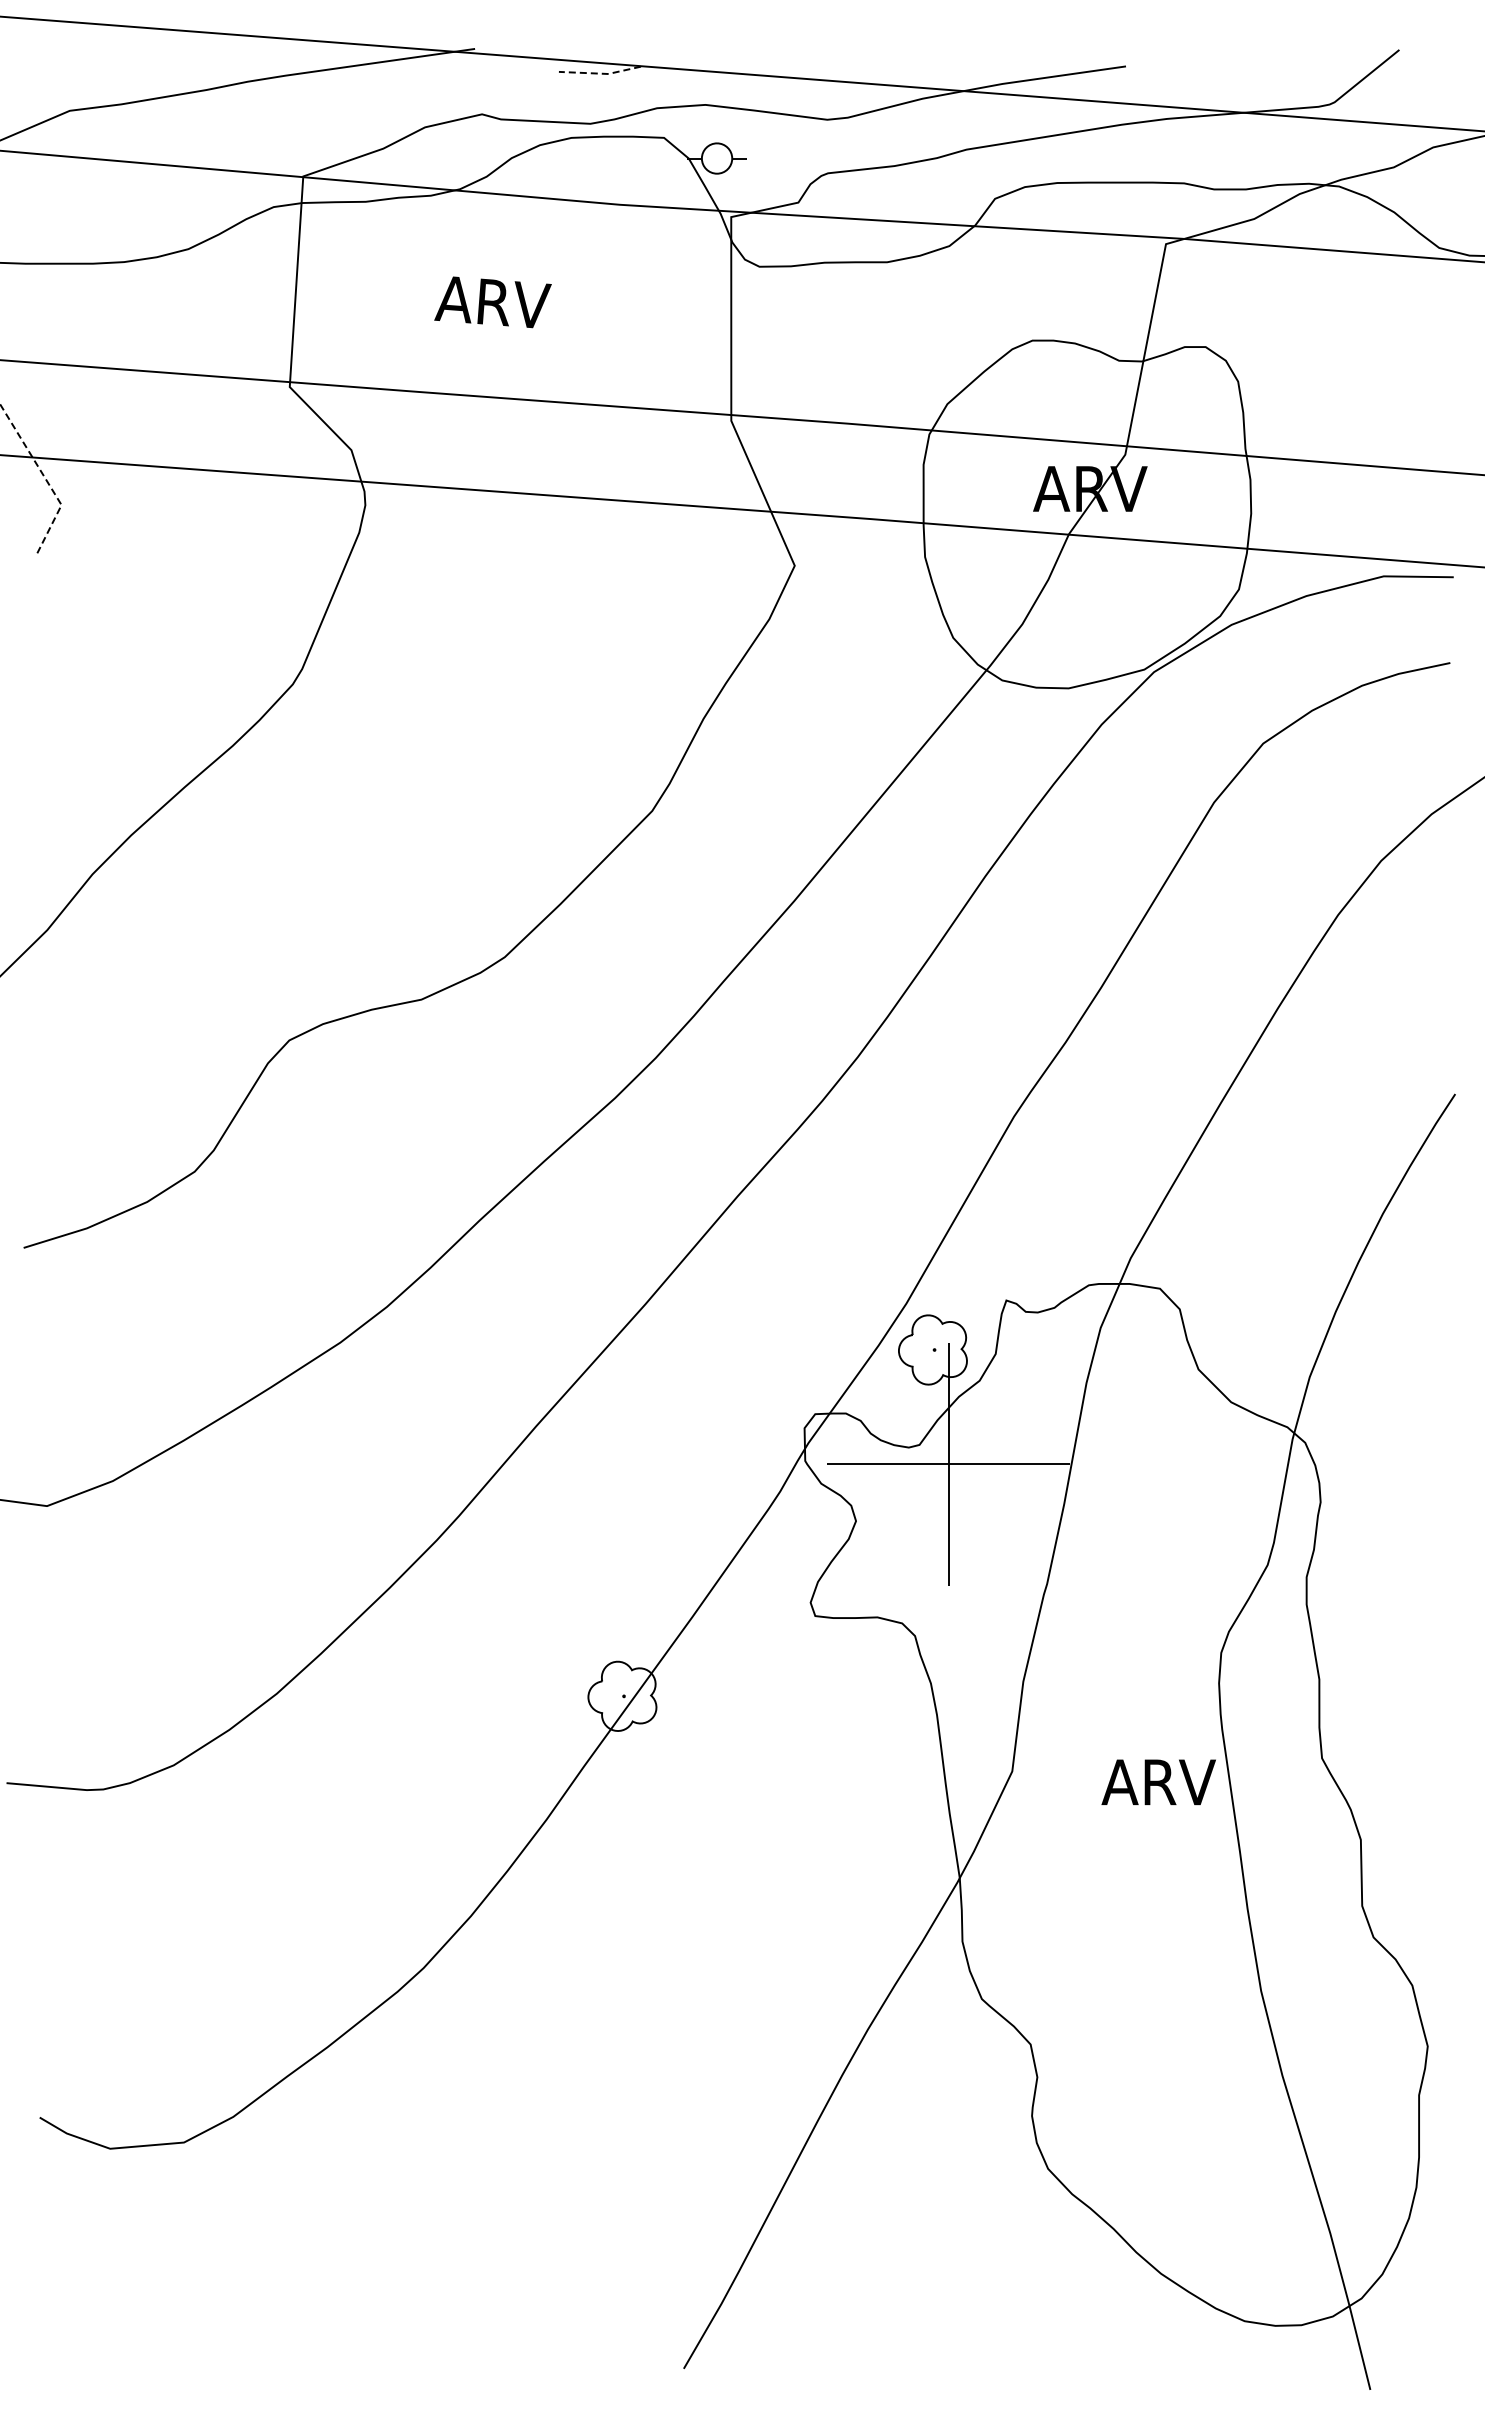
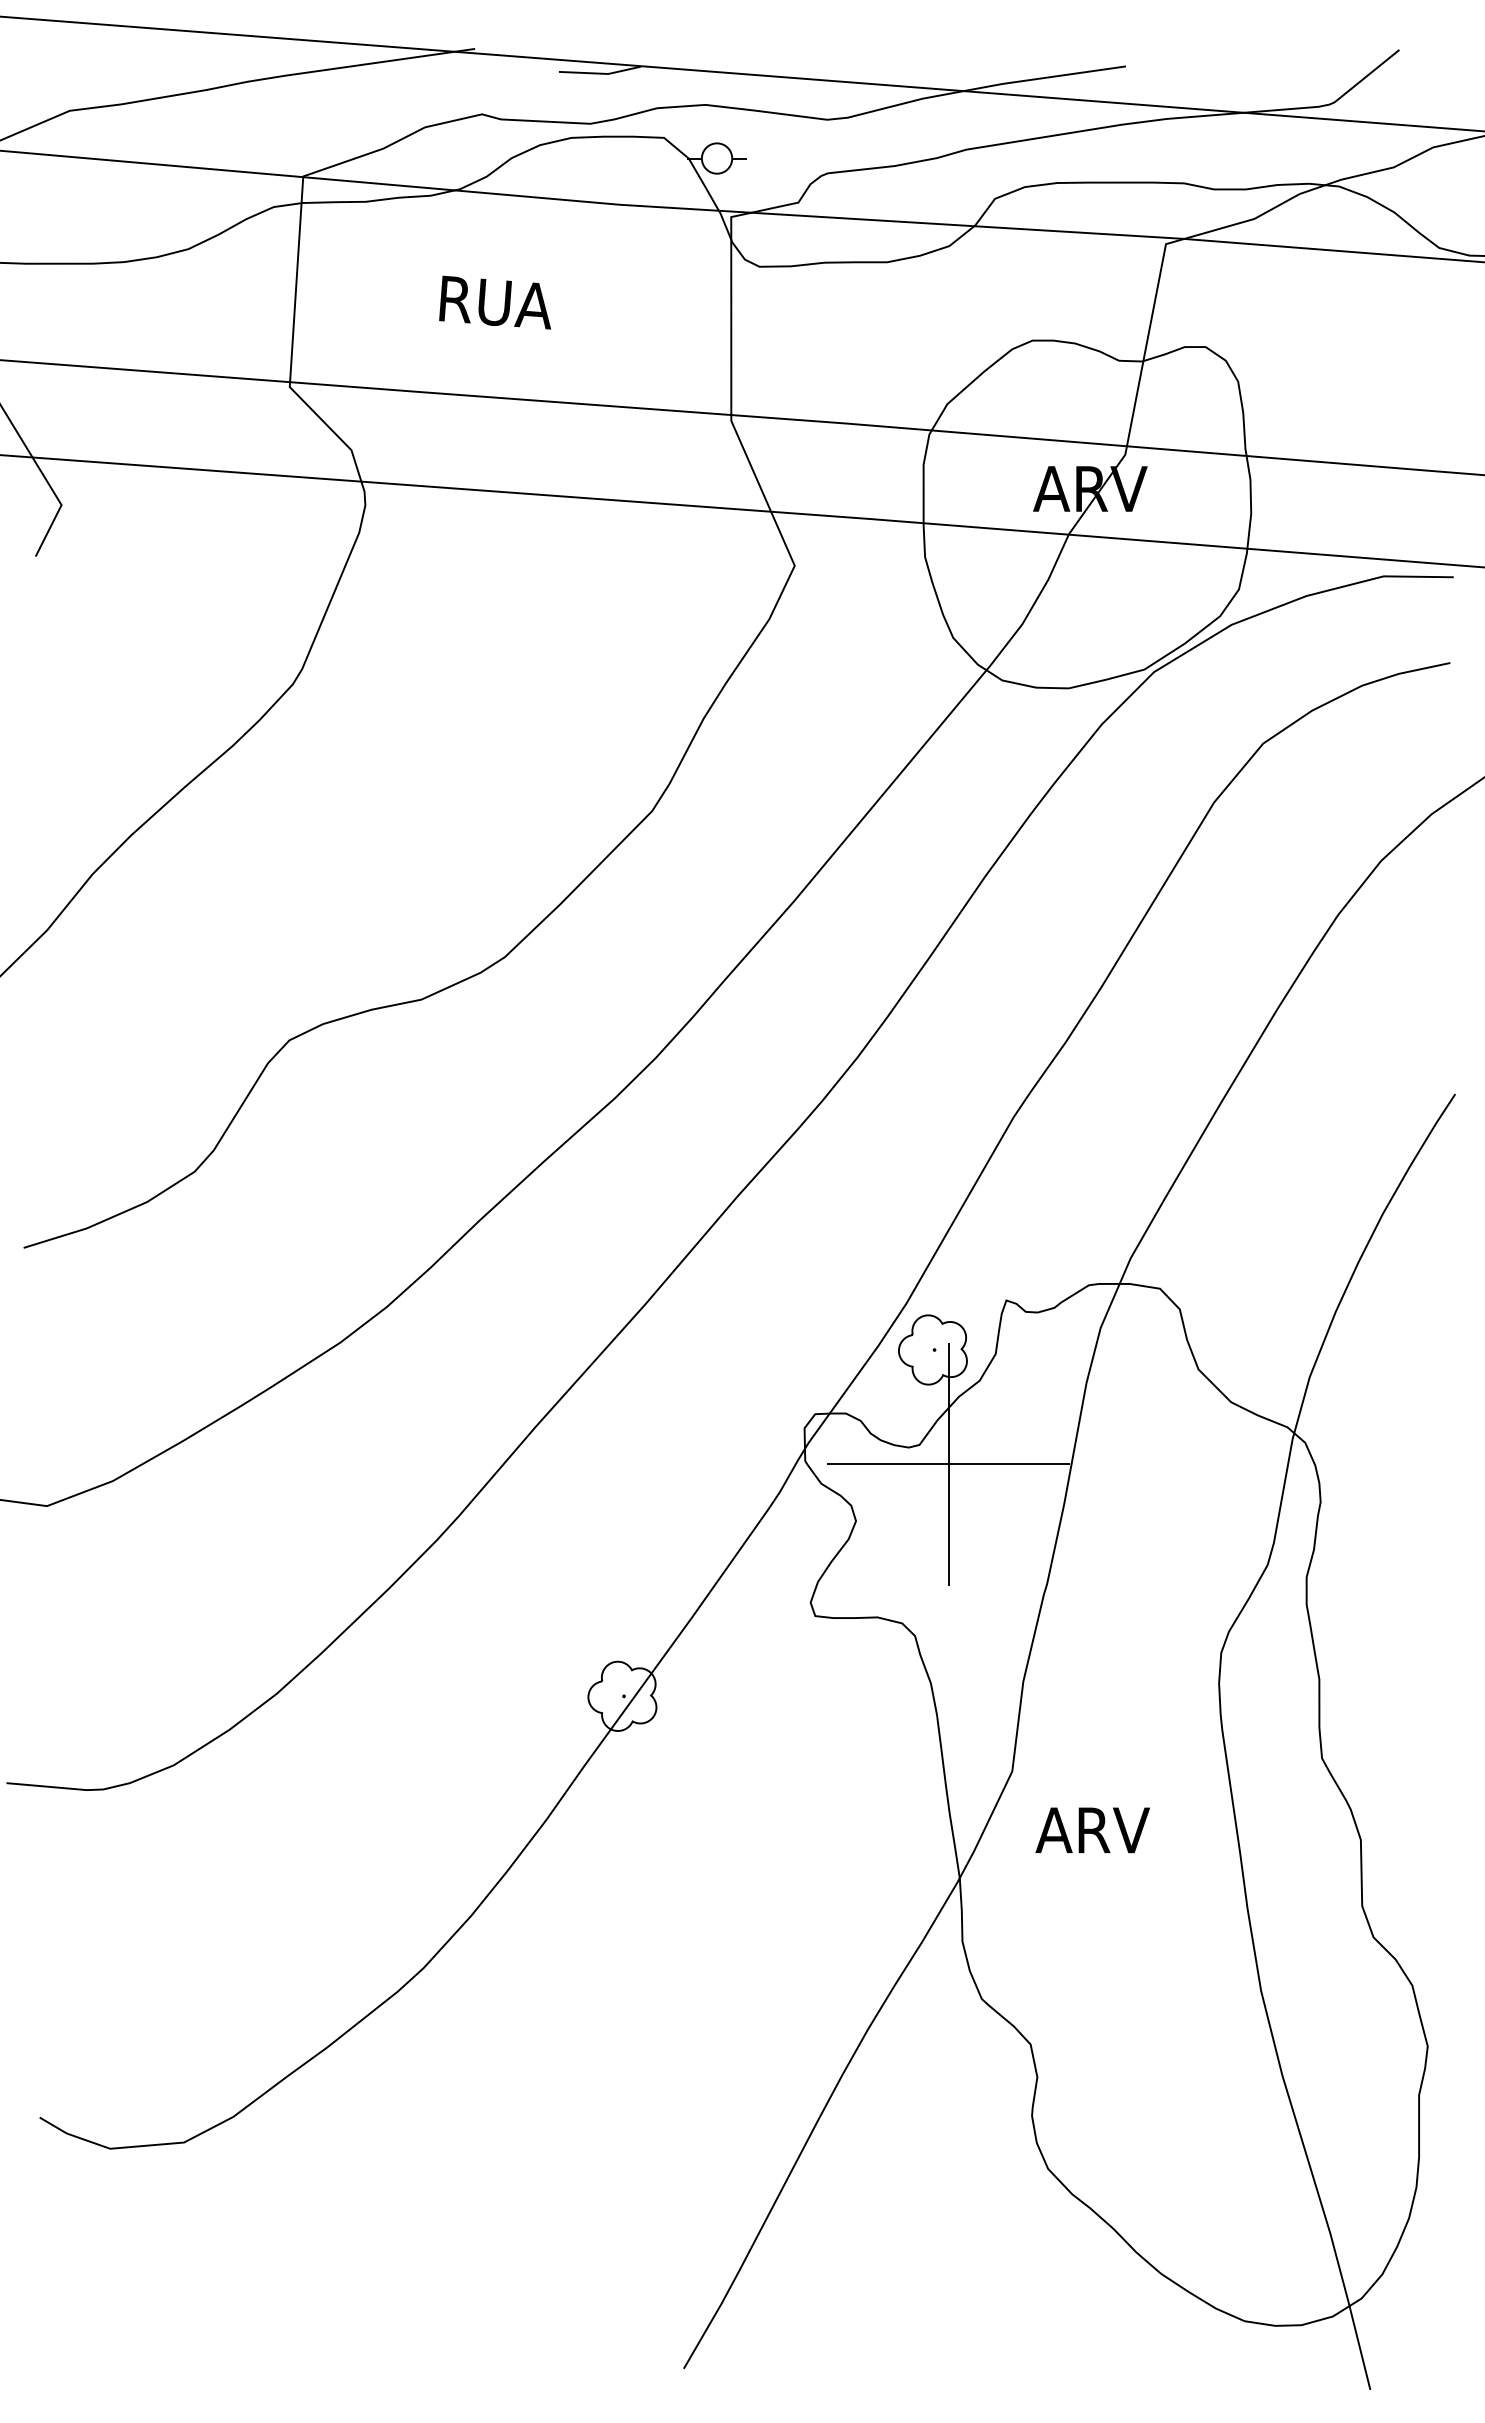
line at (600, 73): dashed -> solid
text at (492, 302): ARV -> RUA
line at (46, 479): dashed -> solid
text at (1158, 1782) position: (1158, 1782) -> (1092, 1830)
